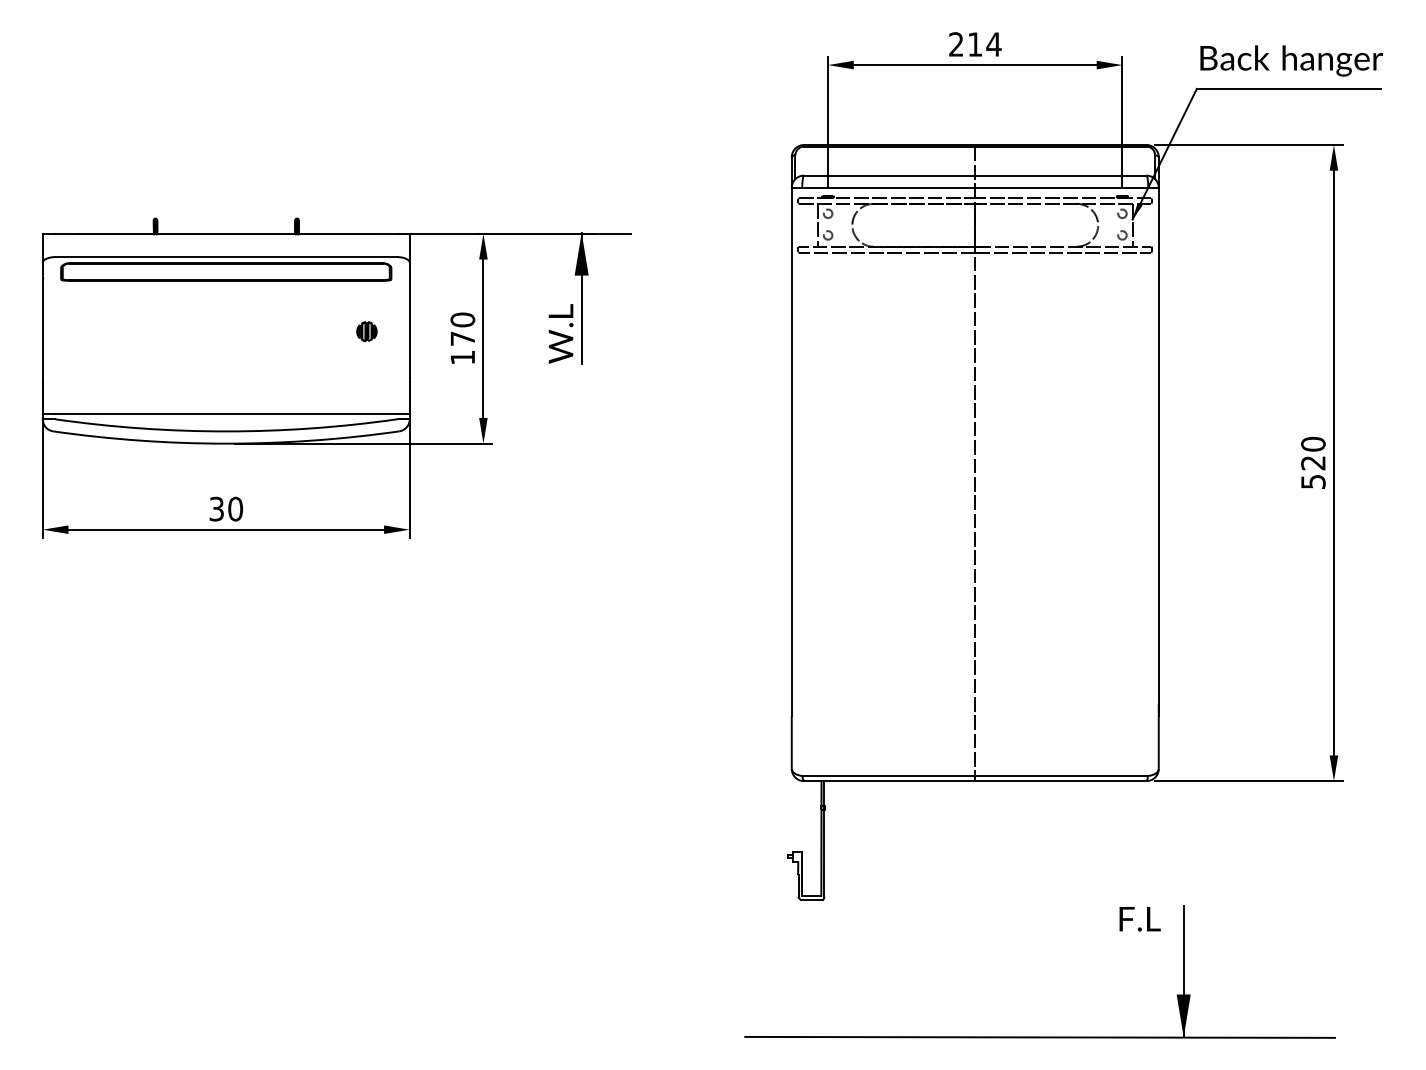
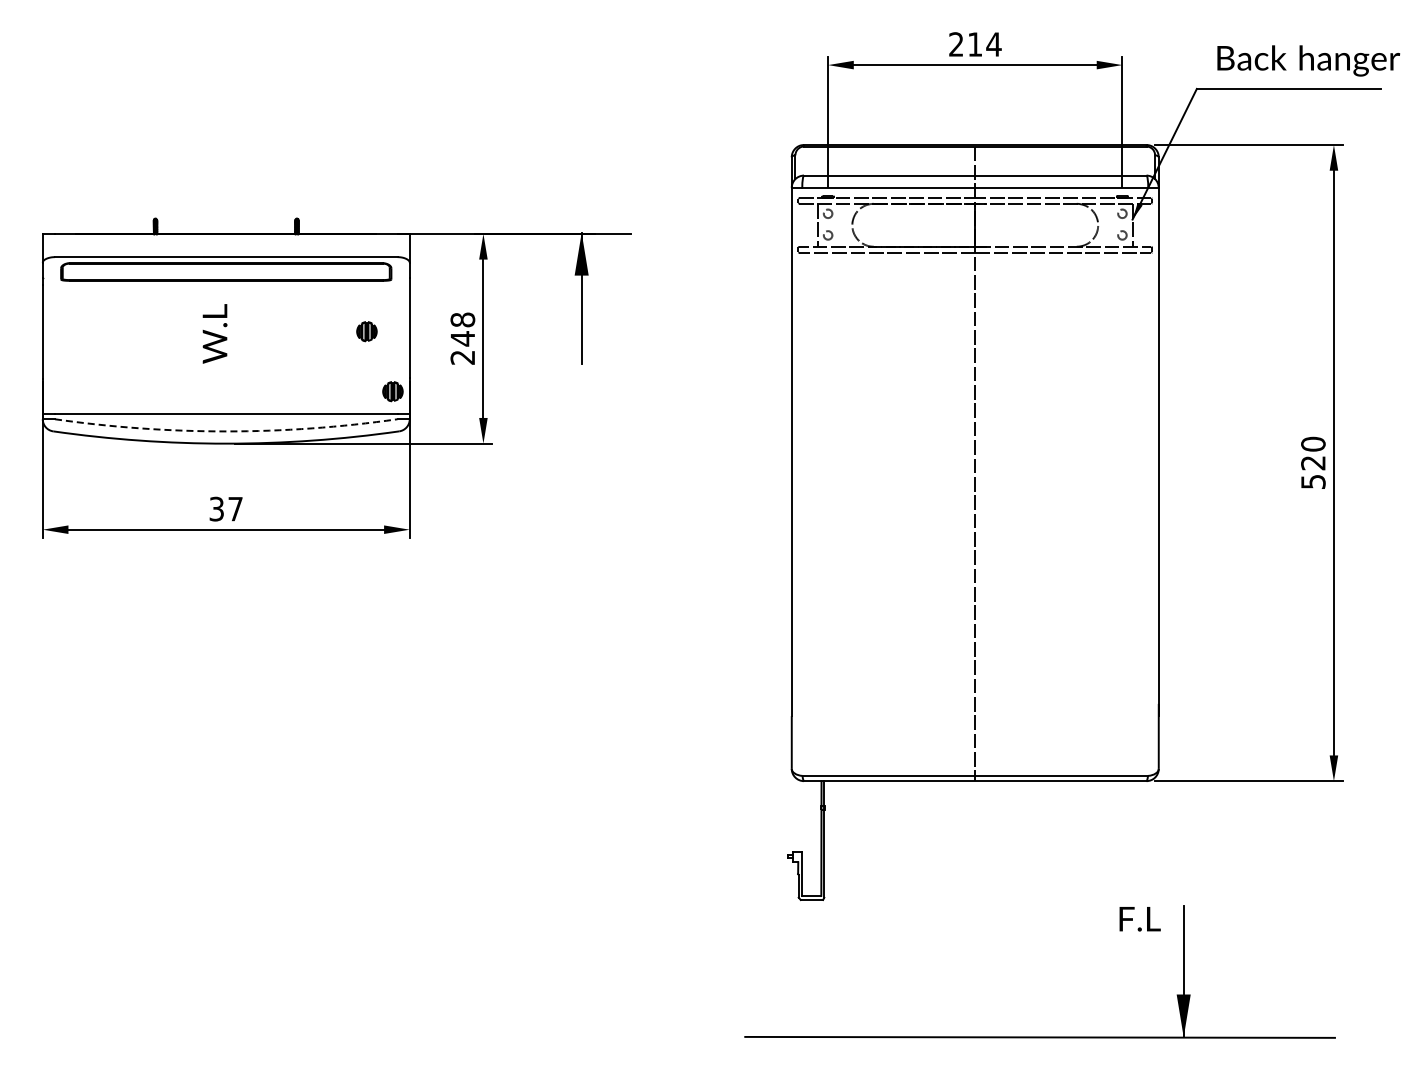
text at (1291, 60) position: (1291, 60) -> (1308, 60)
text at (560, 333) position: (560, 333) -> (214, 333)
text at (462, 338): 170 -> 248
part at (392, 391): none -> present
arc at (226, 431): solid -> dashed
text at (235, 508): 30 -> 37
